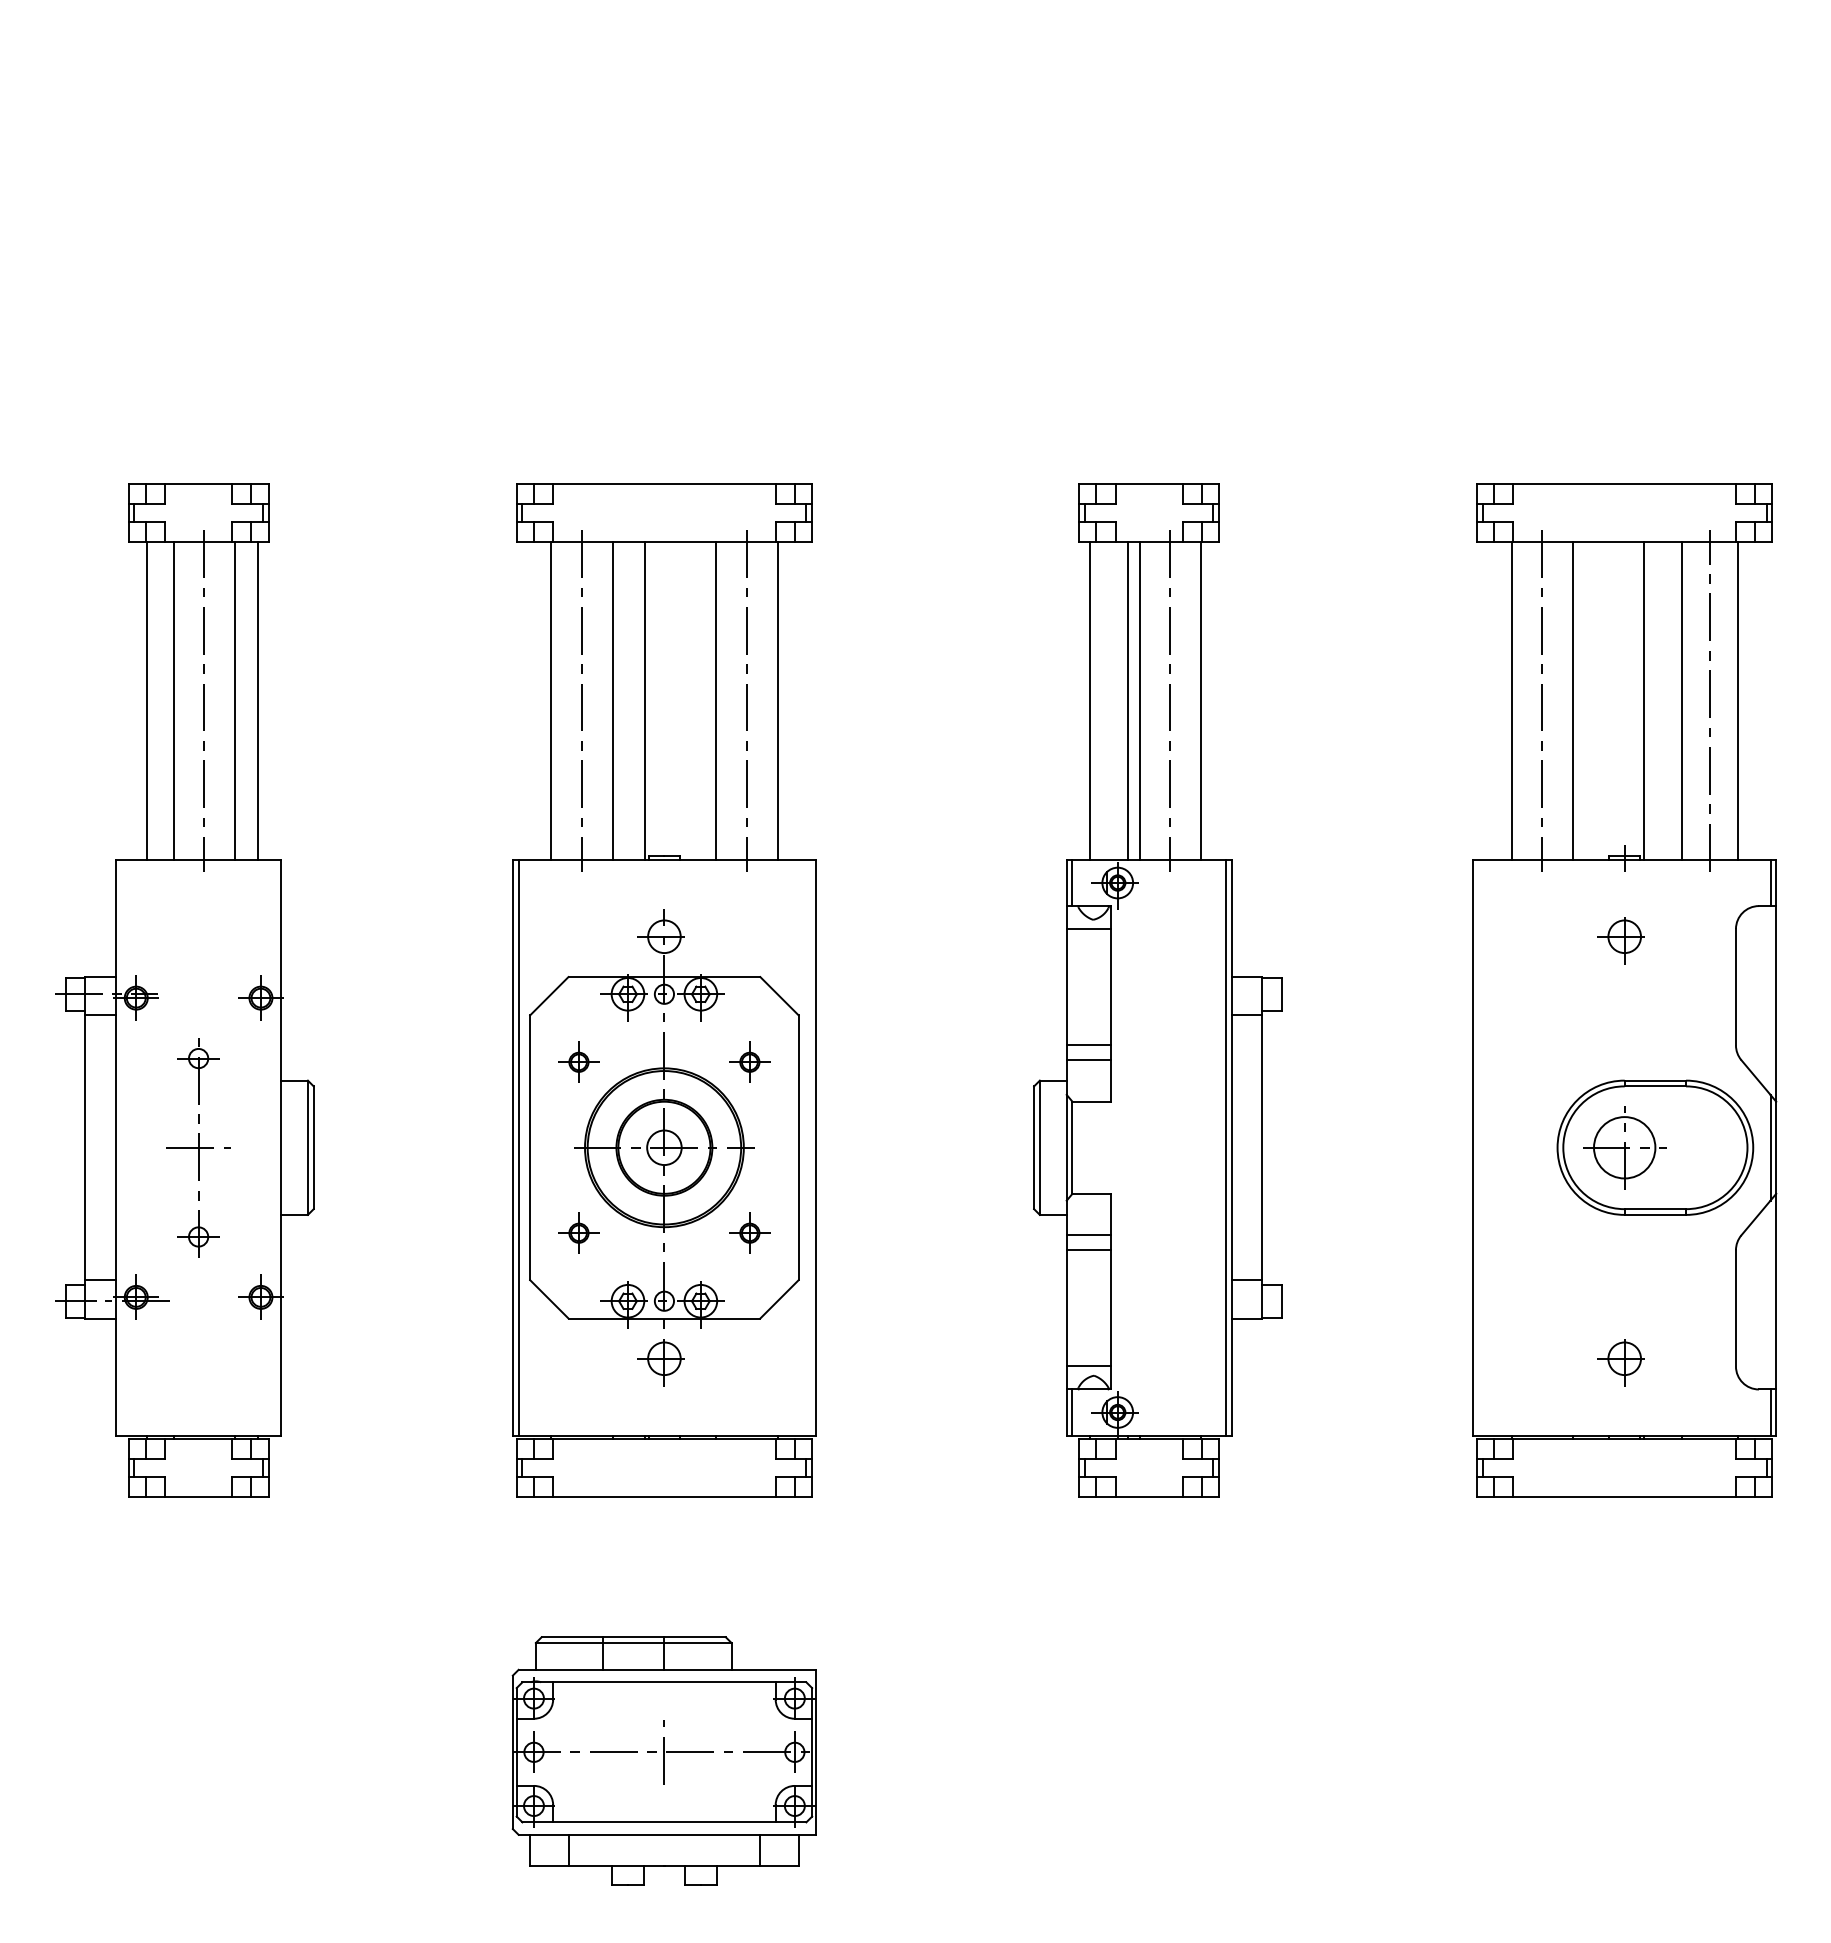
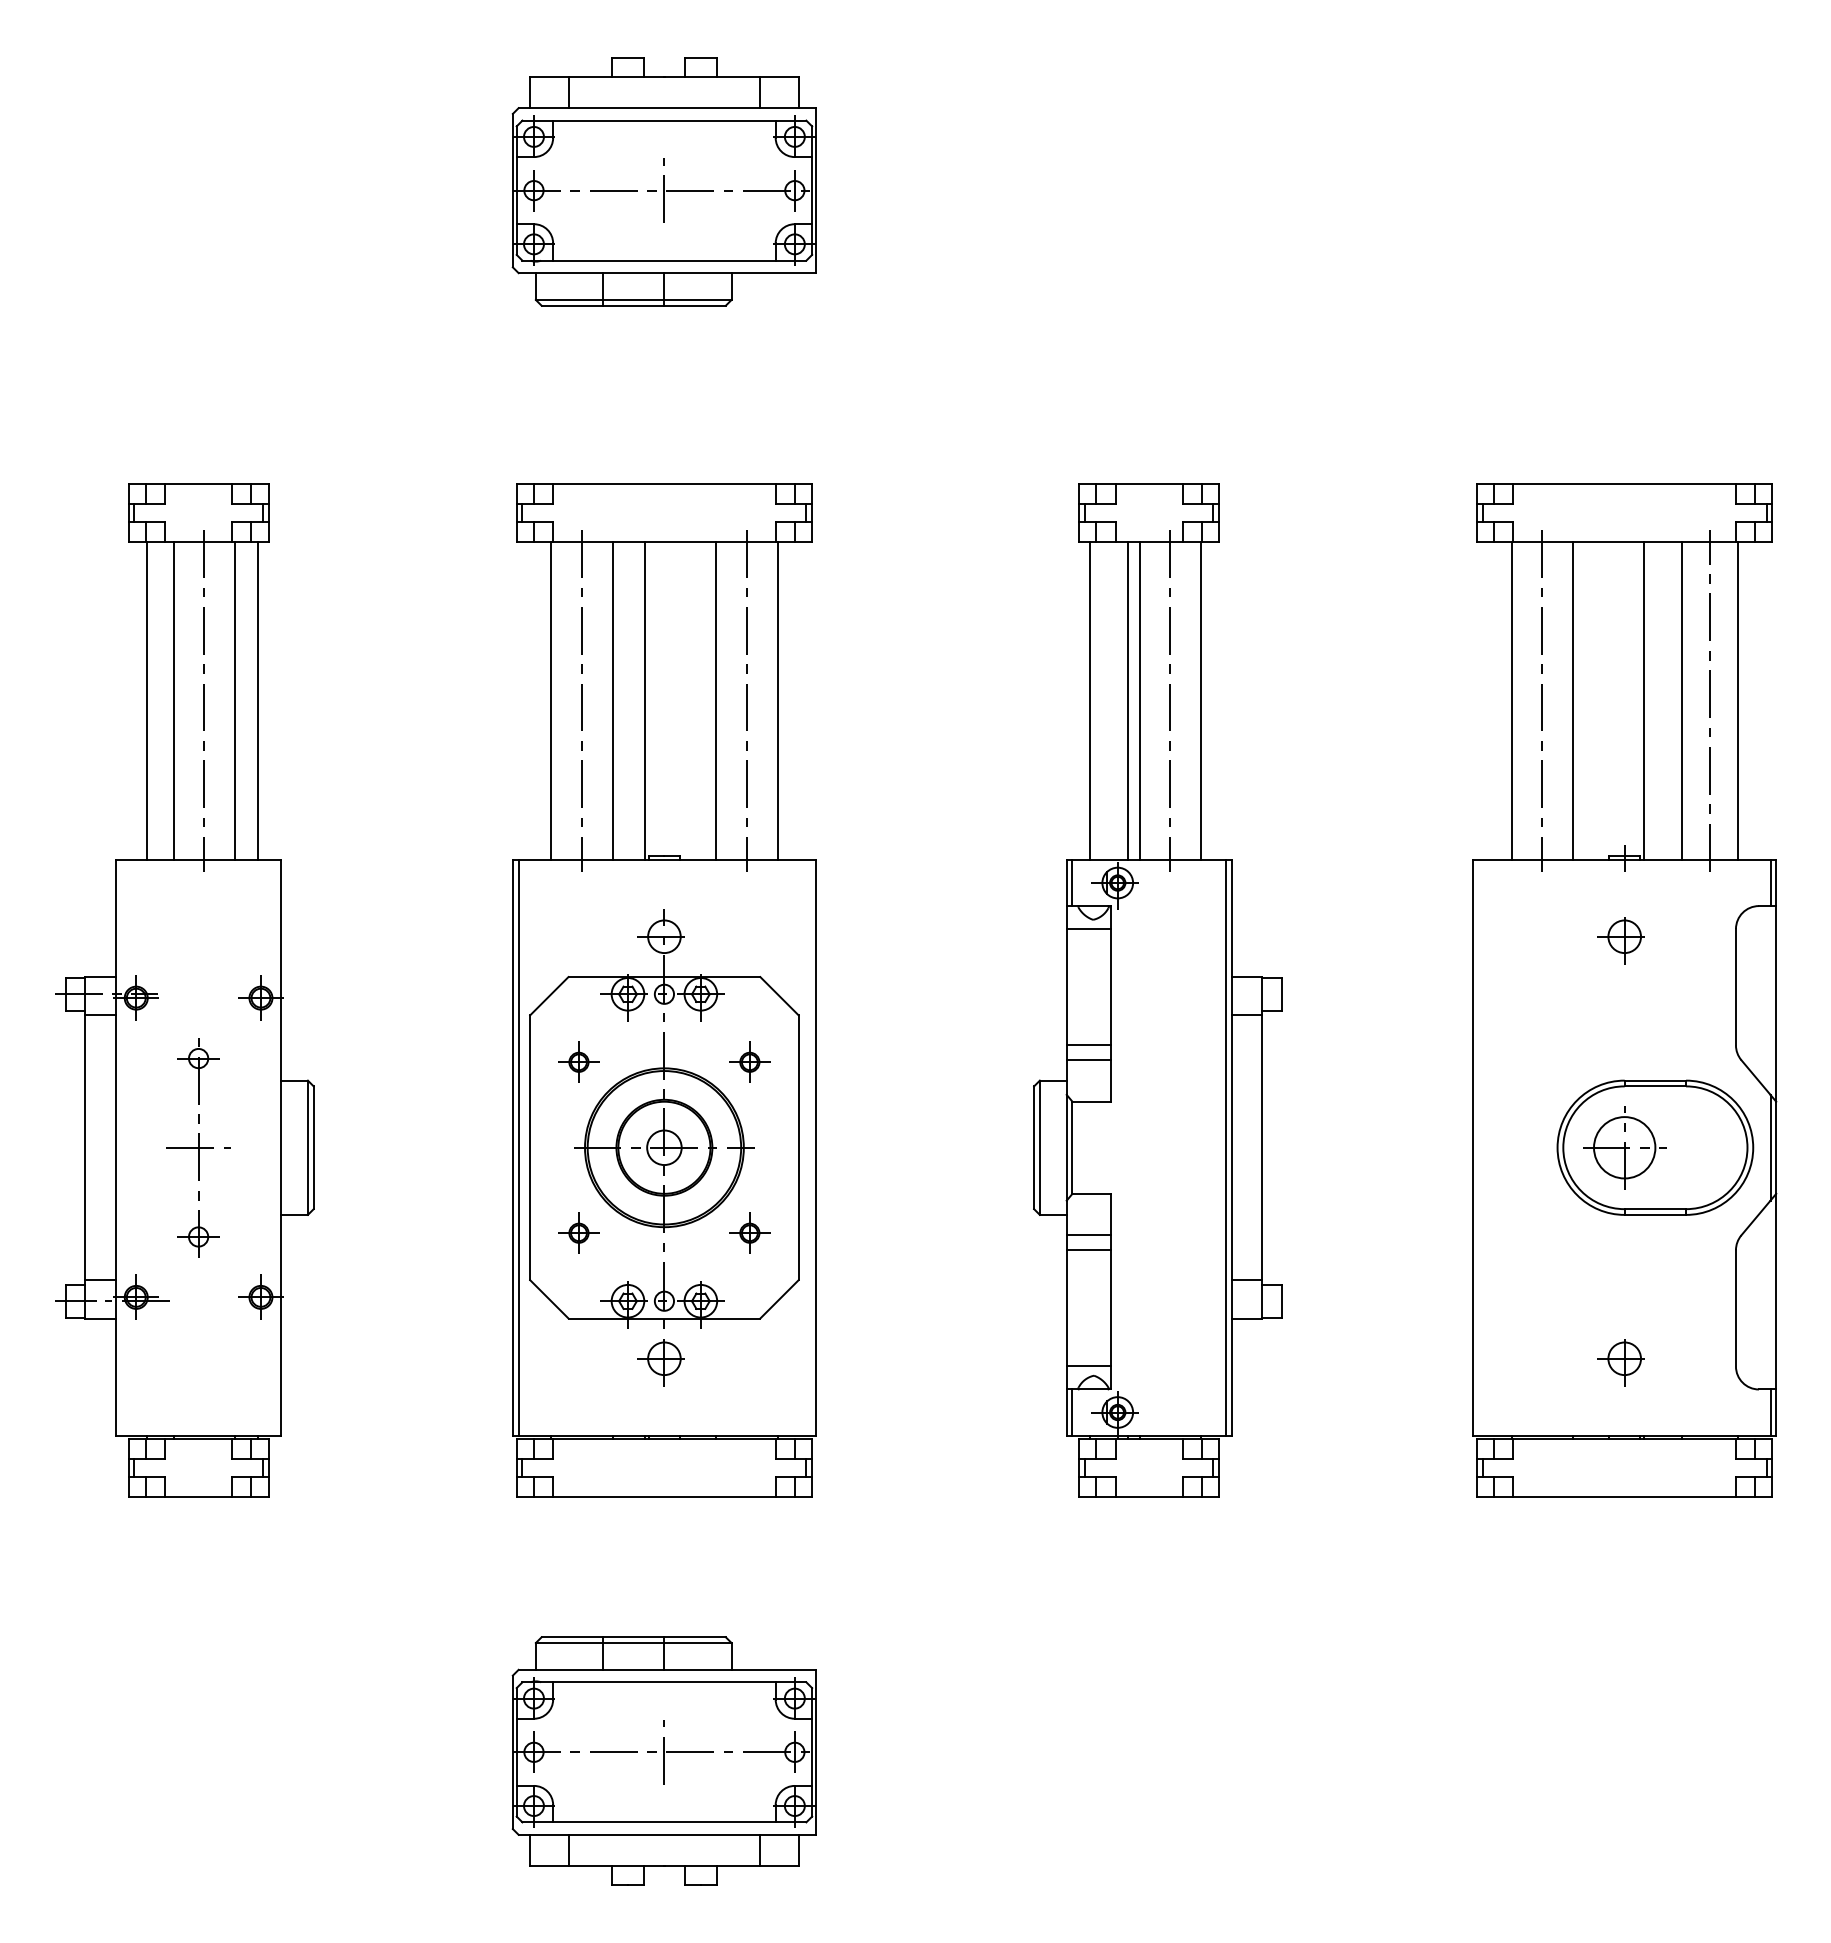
part at (663, 181): none -> present
